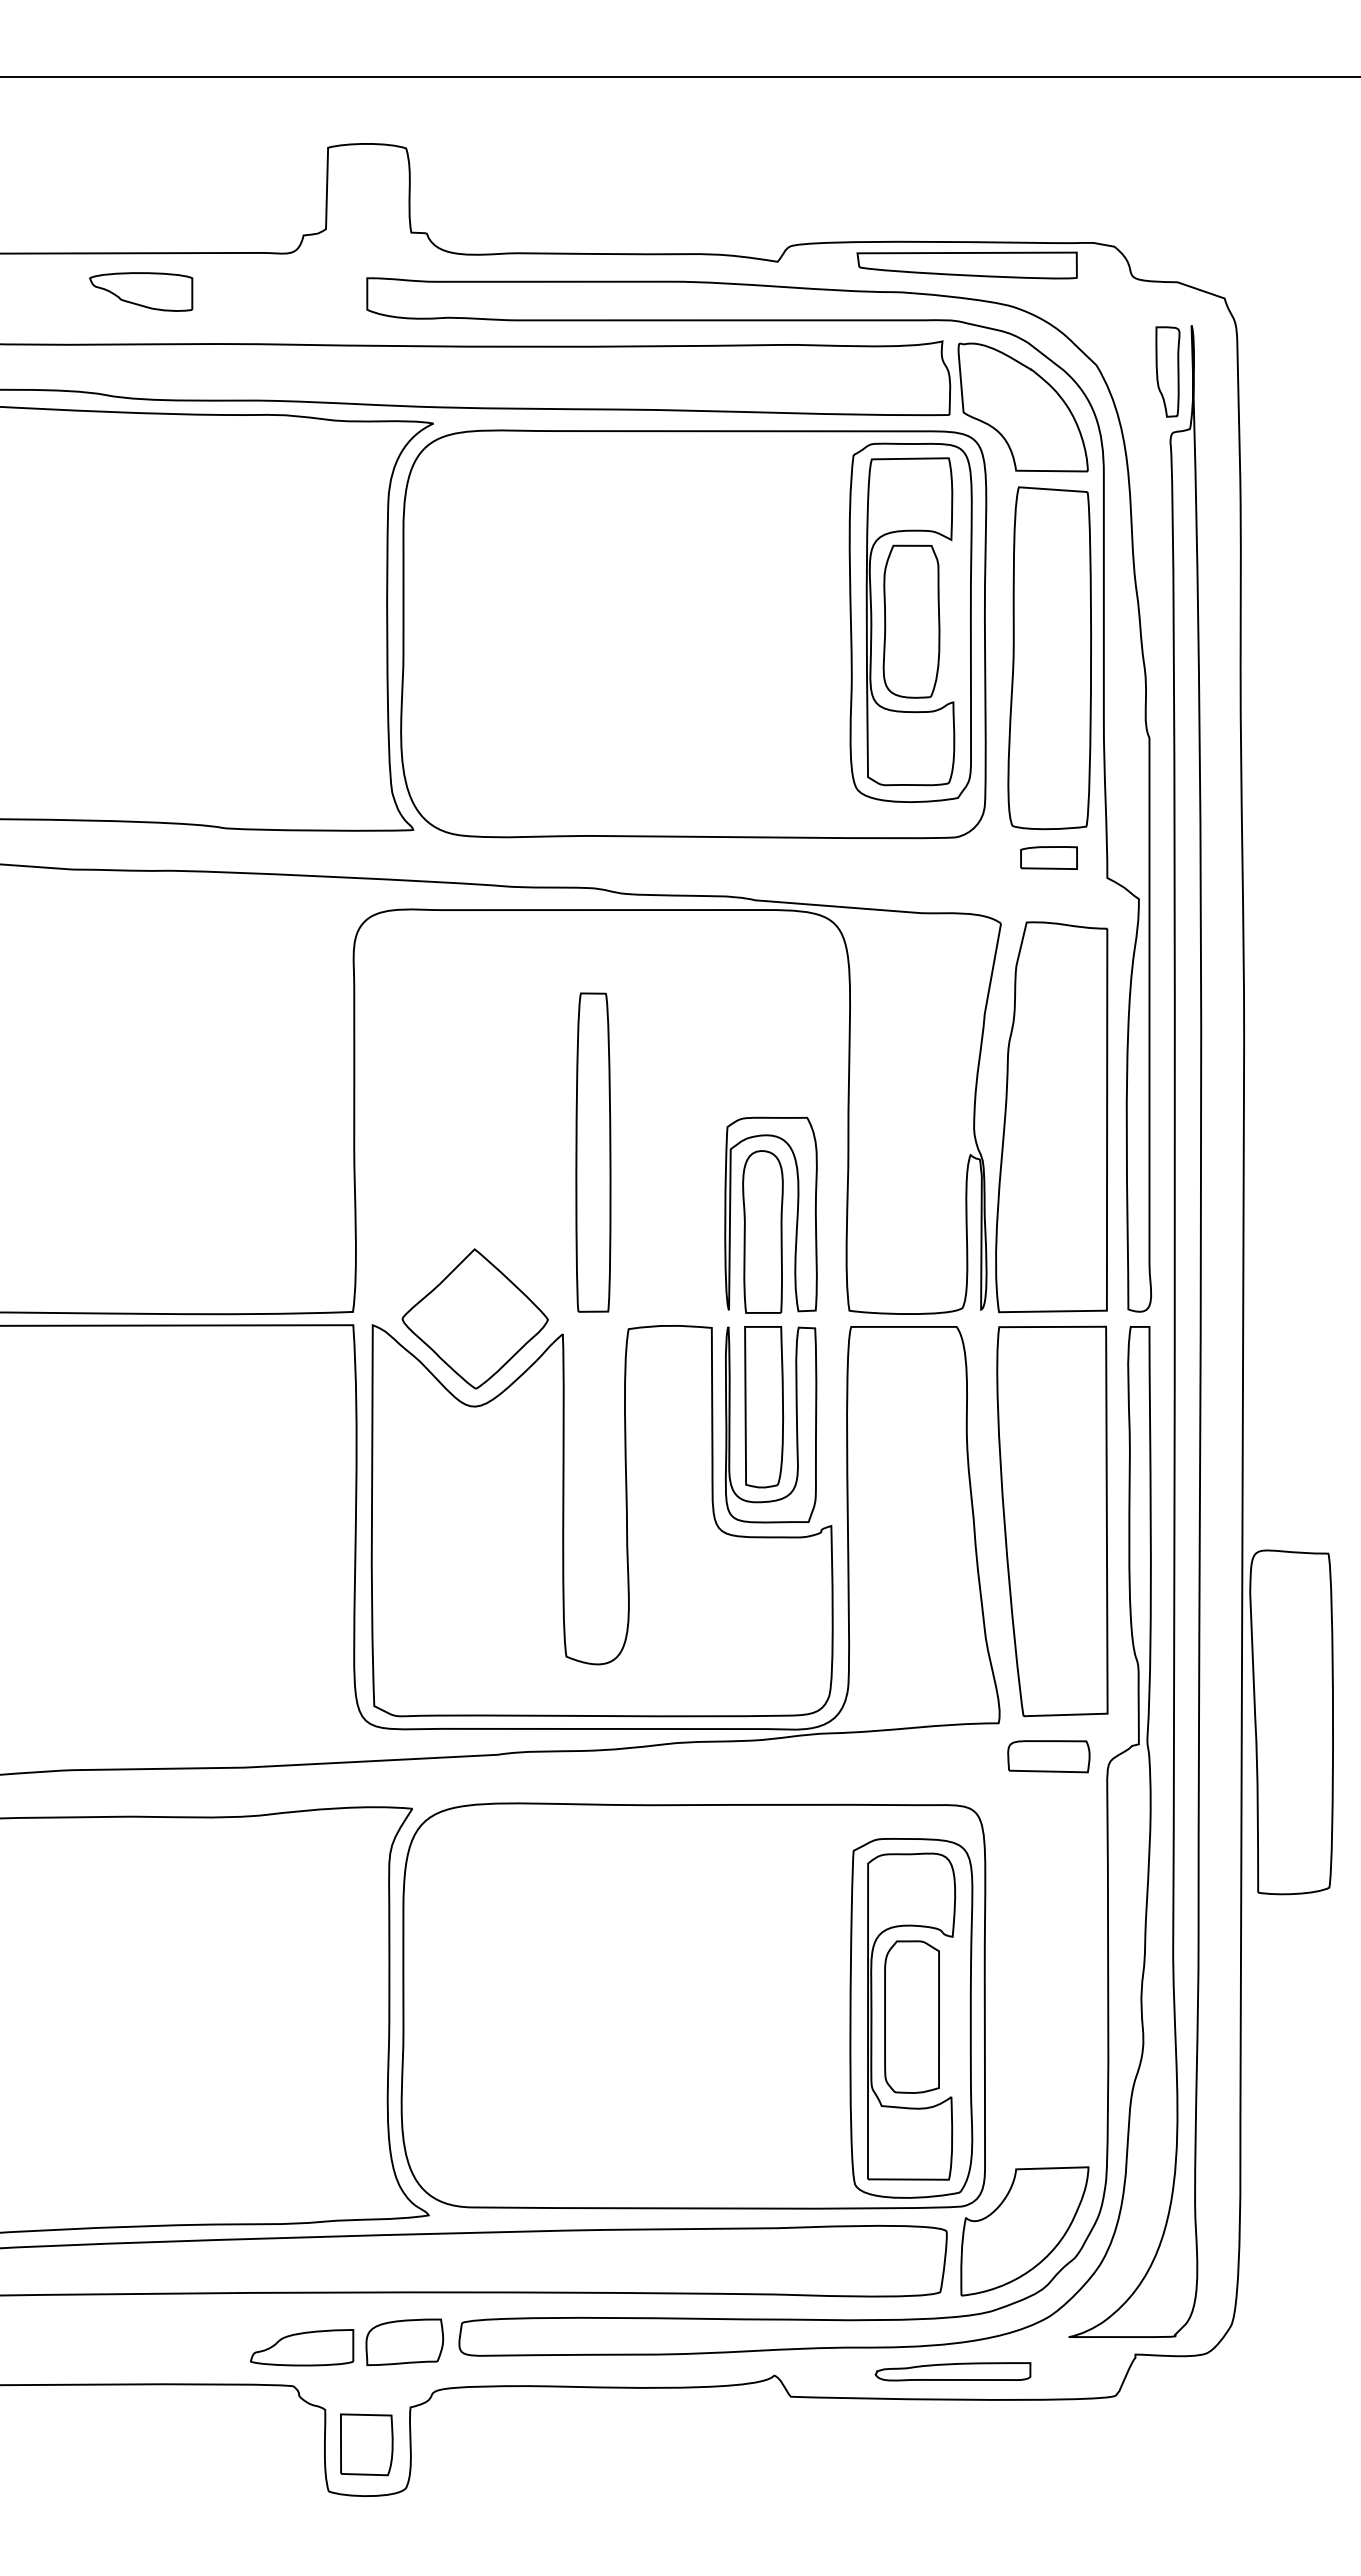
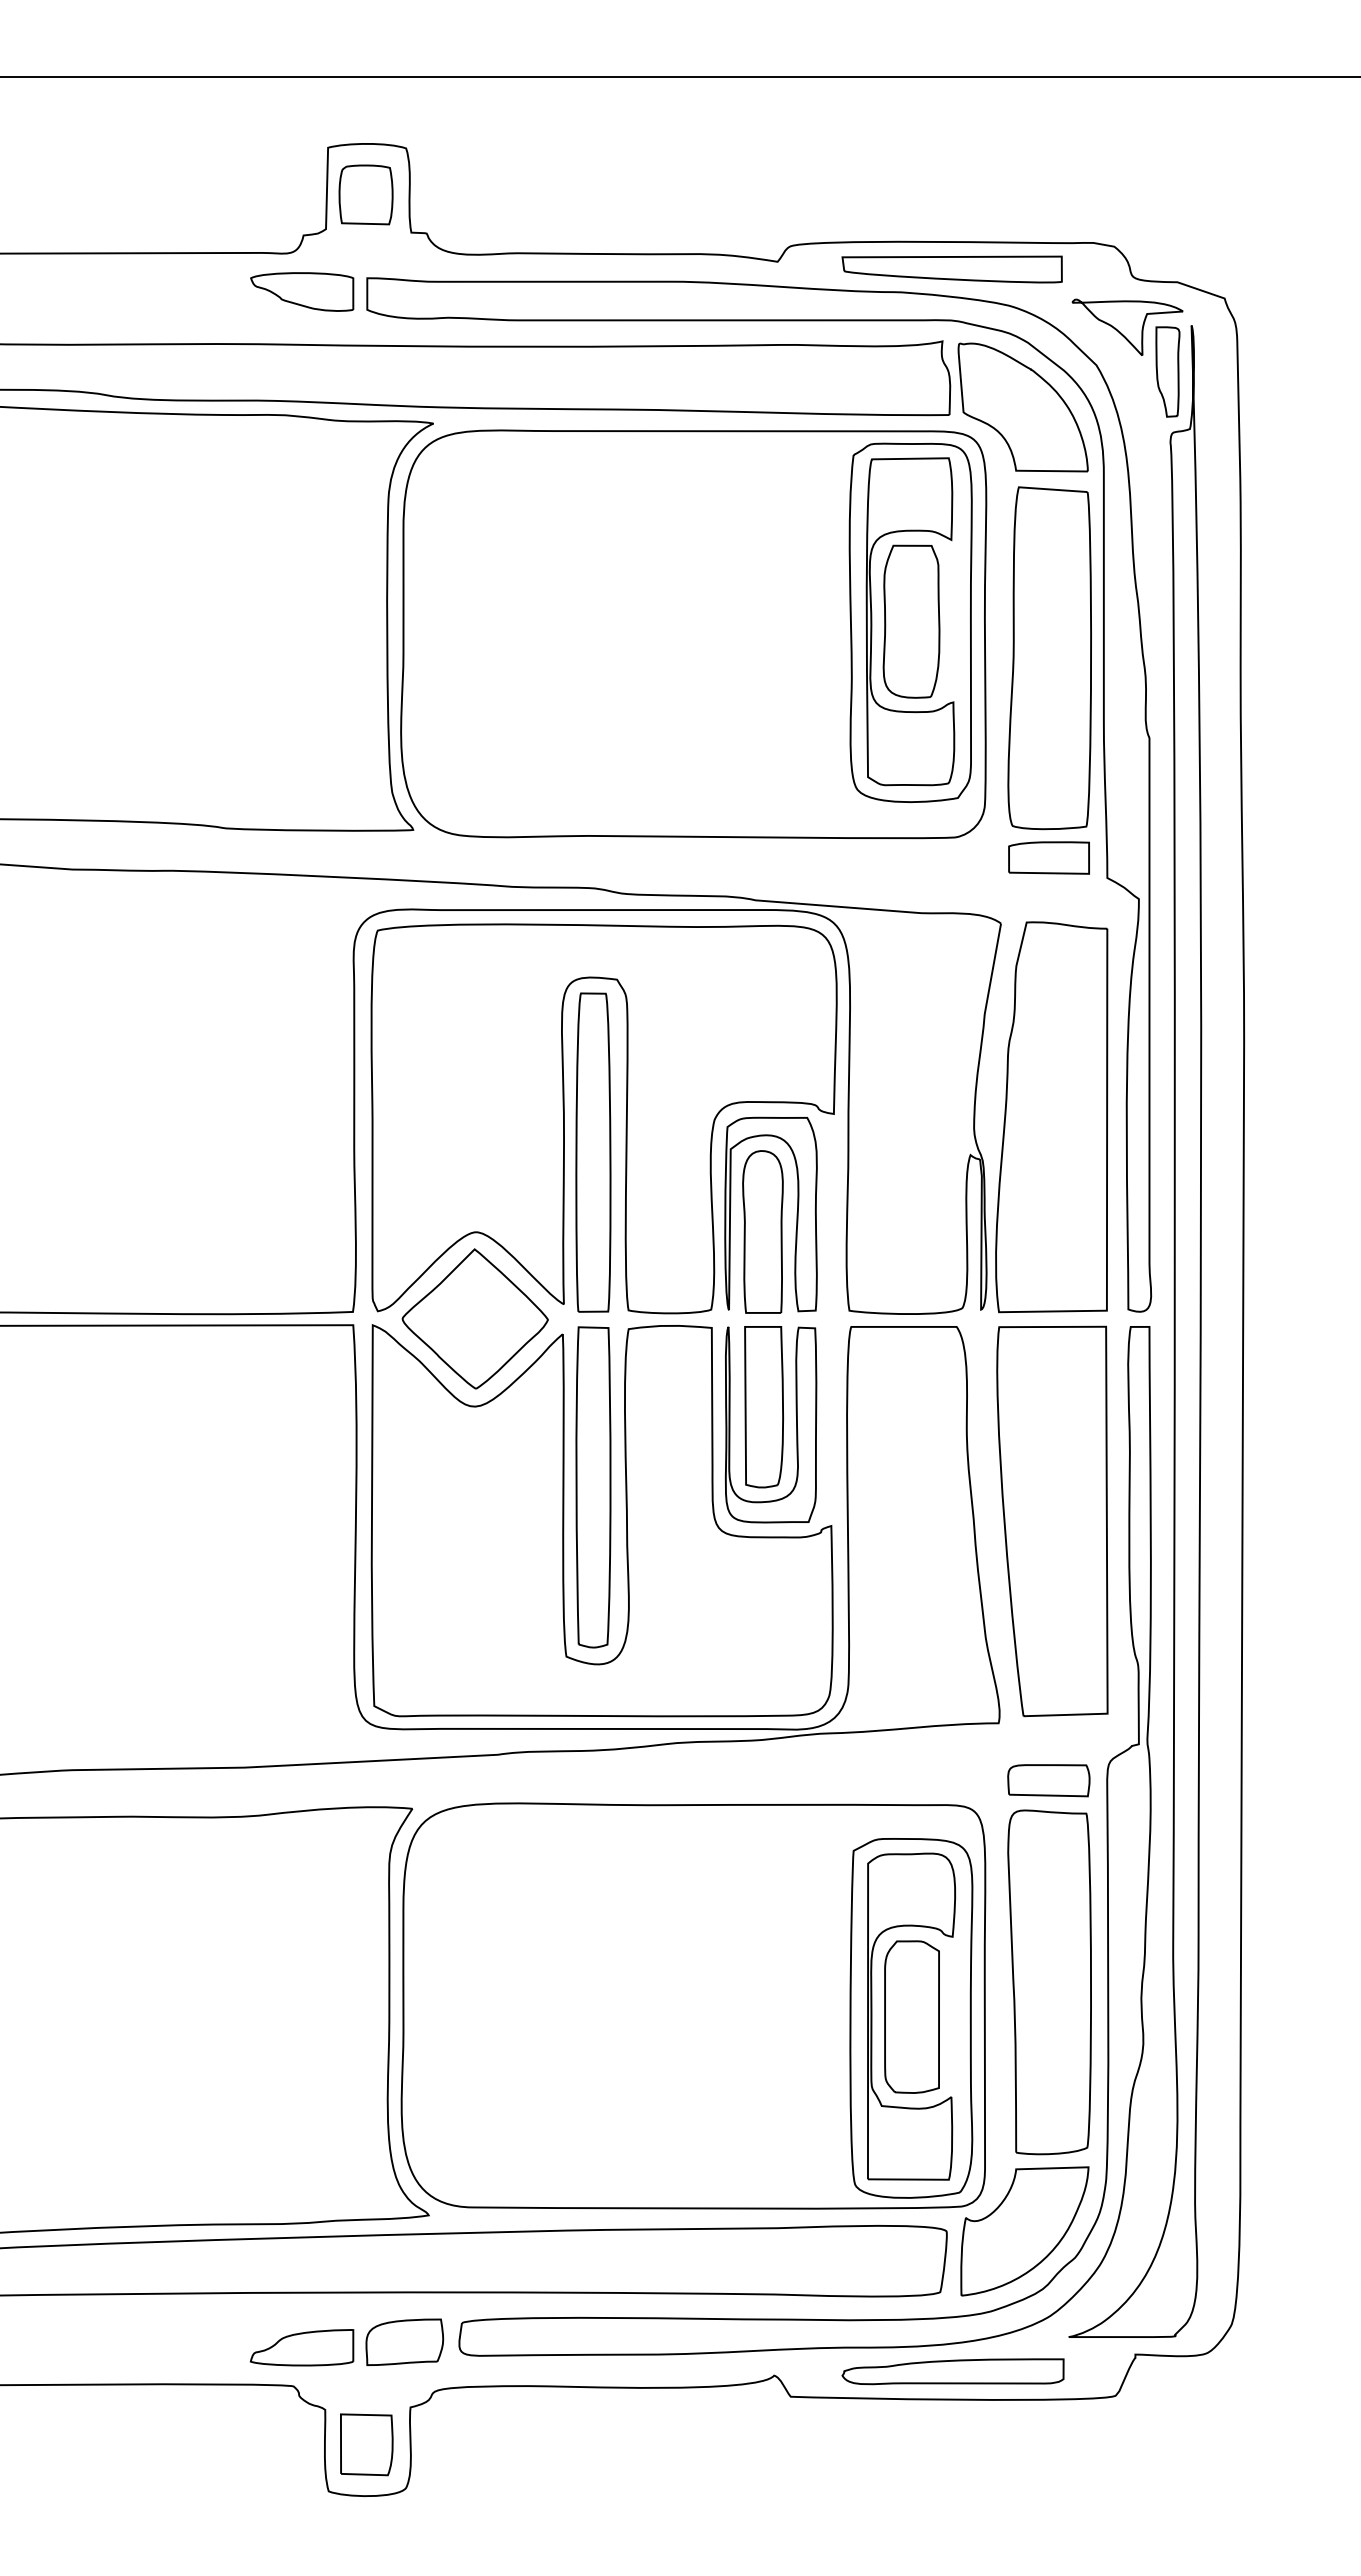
part at (365, 194): none -> present
part at (966, 265) position: (966, 265) -> (951, 269)
part at (141, 291) position: (141, 291) -> (302, 291)
part at (1127, 326): none -> present
part at (1048, 857) size: 58x24 px -> 82x34 px
part at (625, 1121): none -> present
part at (593, 1487): none -> present
part at (1291, 1722) position: (1291, 1722) -> (1049, 1982)
part at (1048, 1756) position: (1048, 1756) -> (1048, 1780)
part at (952, 2371) size: 158x20 px -> 224x28 px
